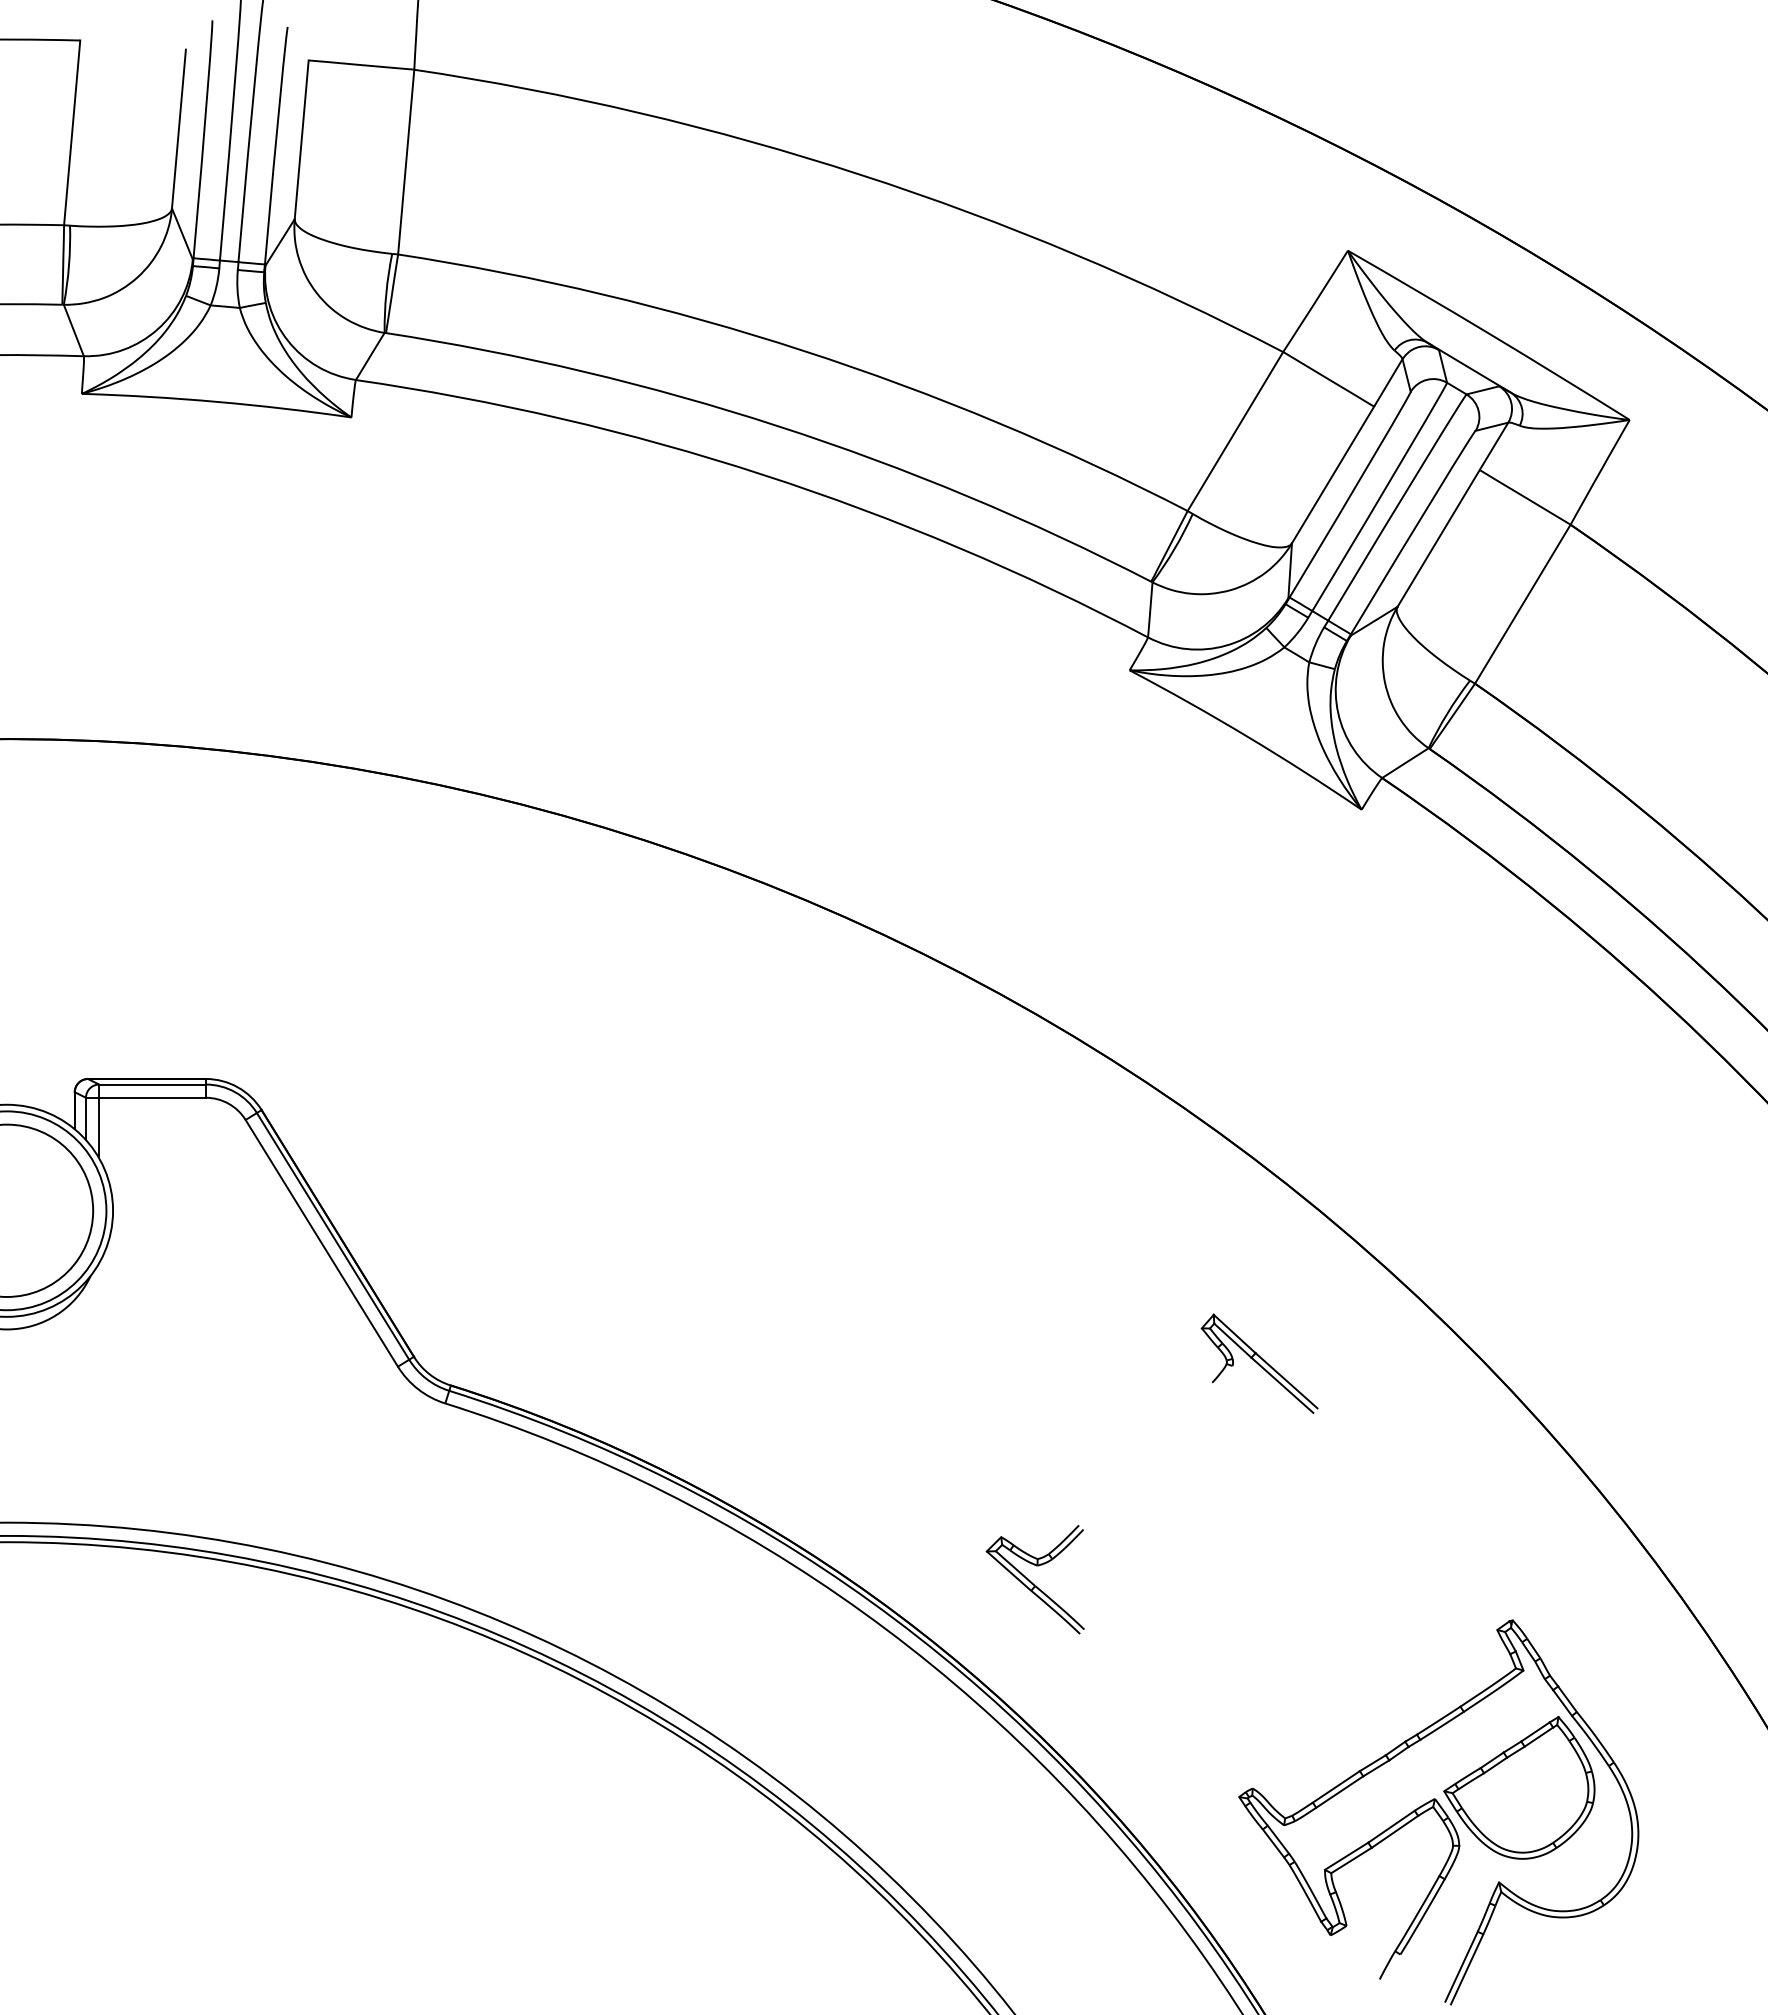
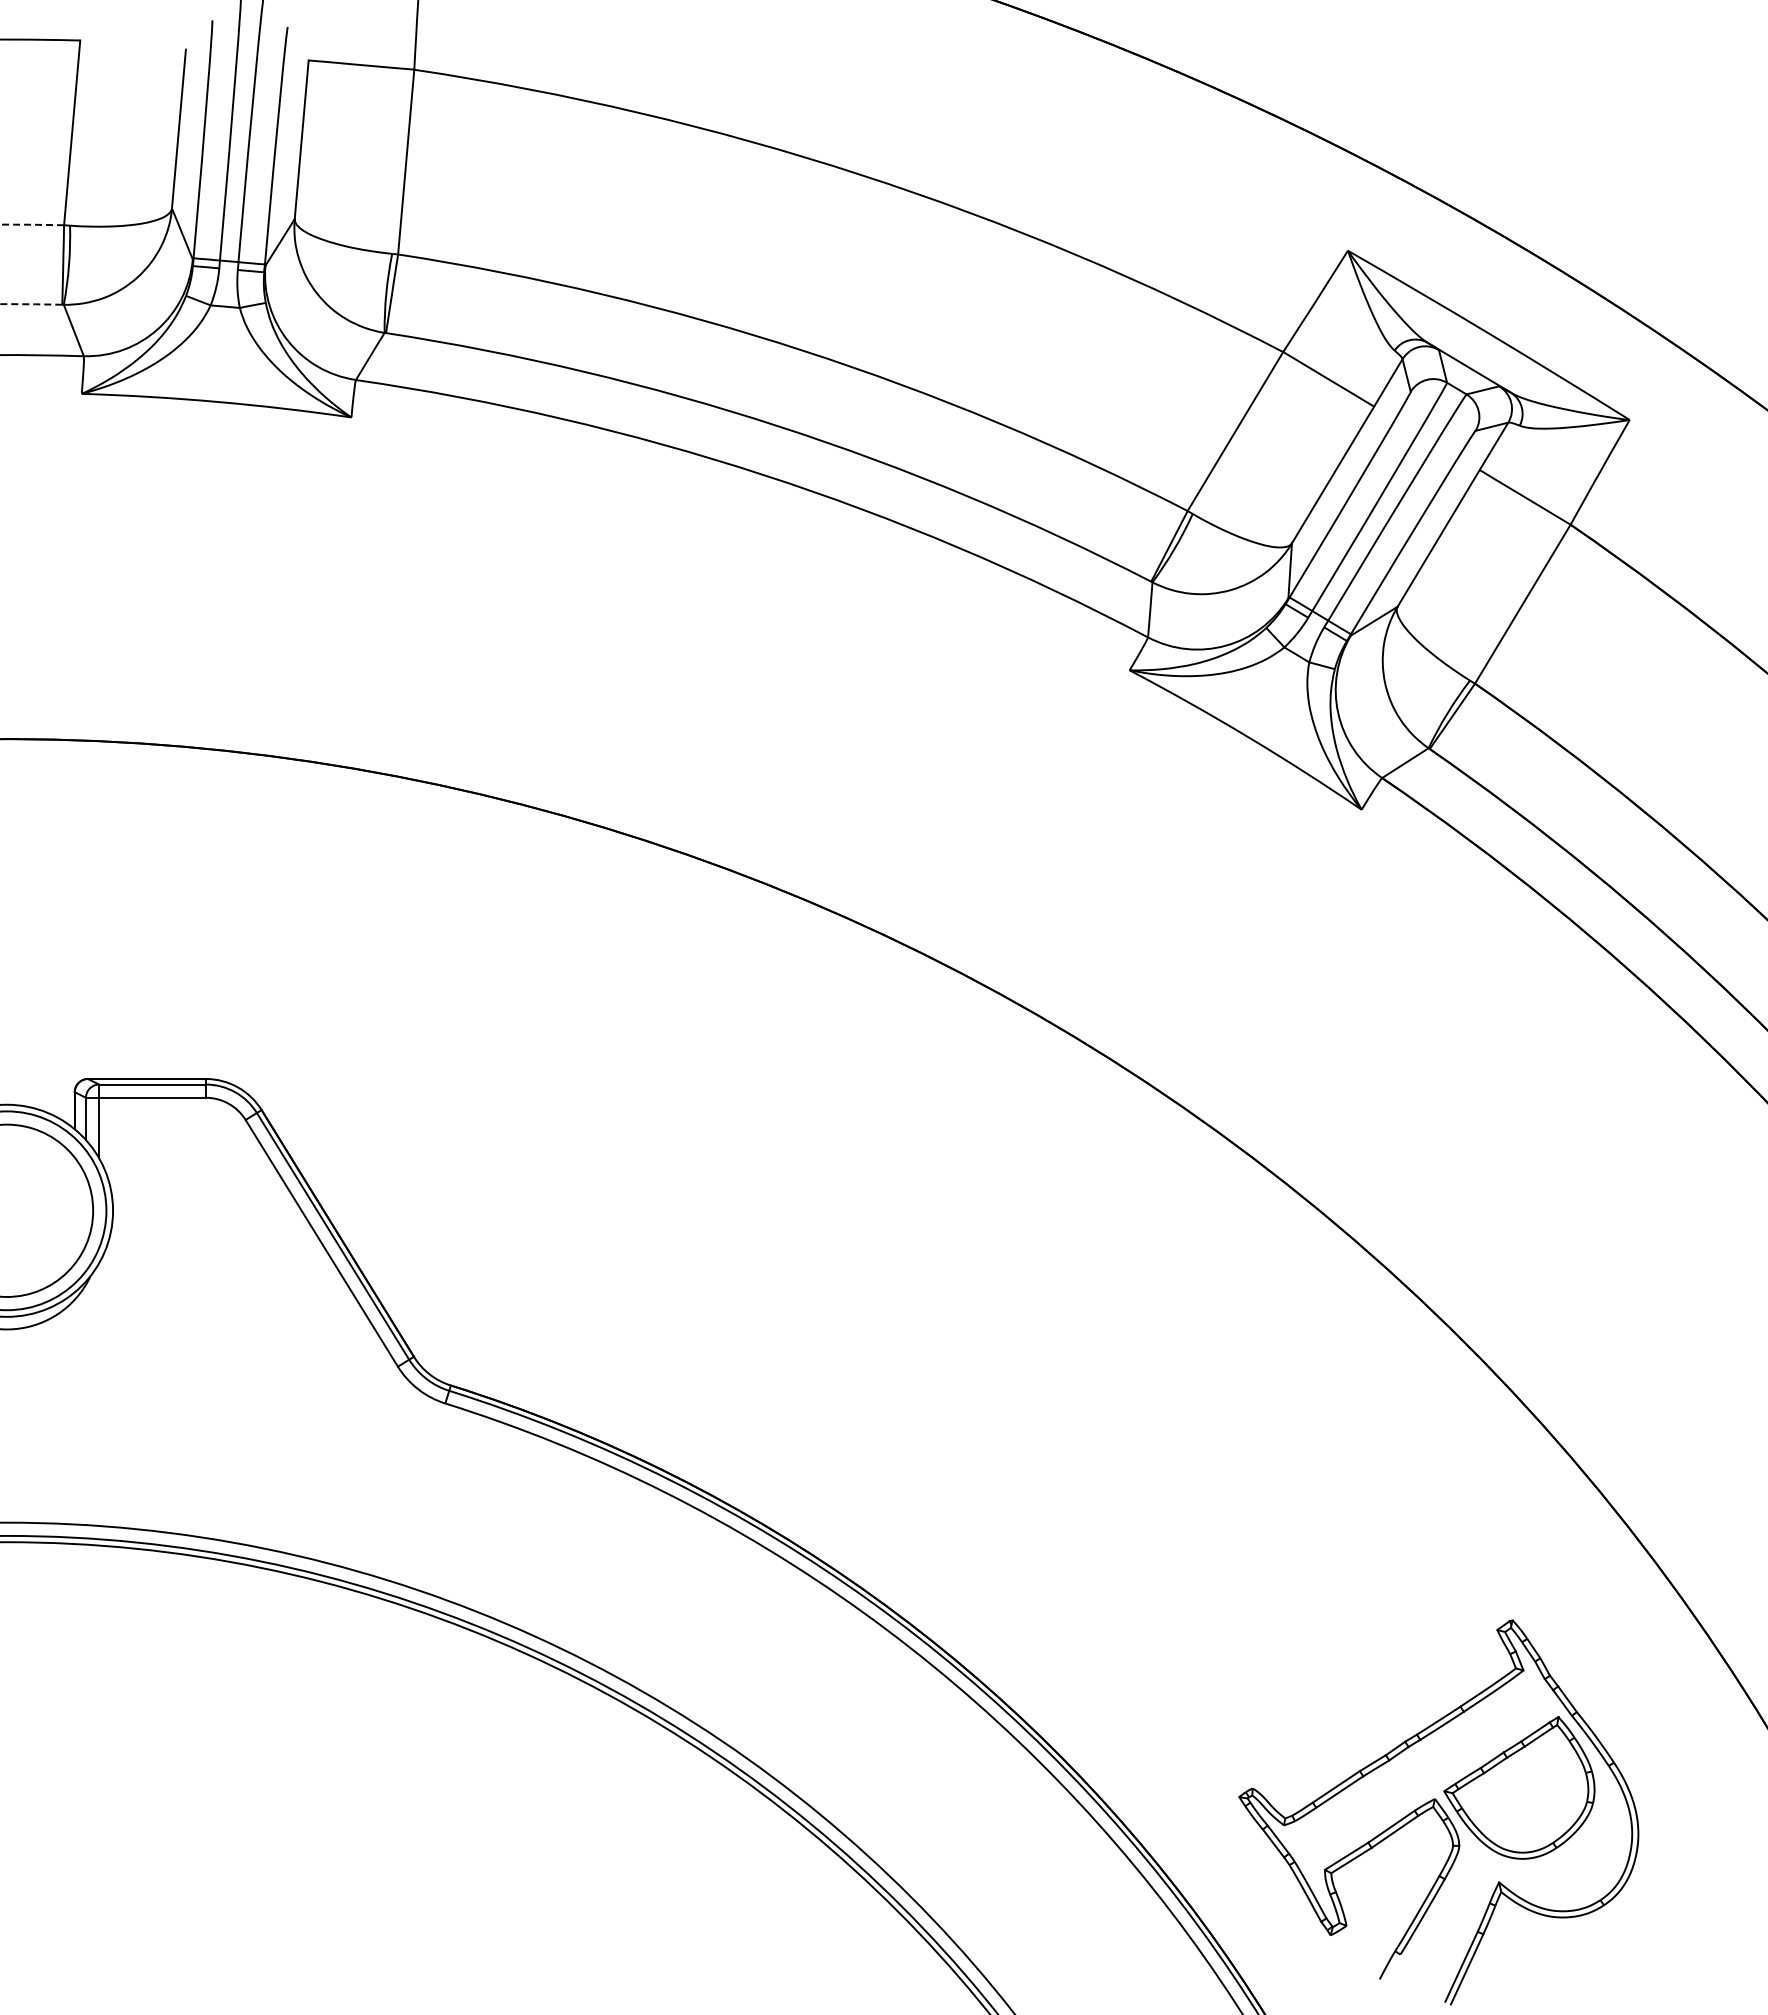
arc at (31, 224): solid -> dashed
arc at (31, 304): solid -> dashed
part at (1259, 1363): present -> none
part at (1034, 1579): present -> none
